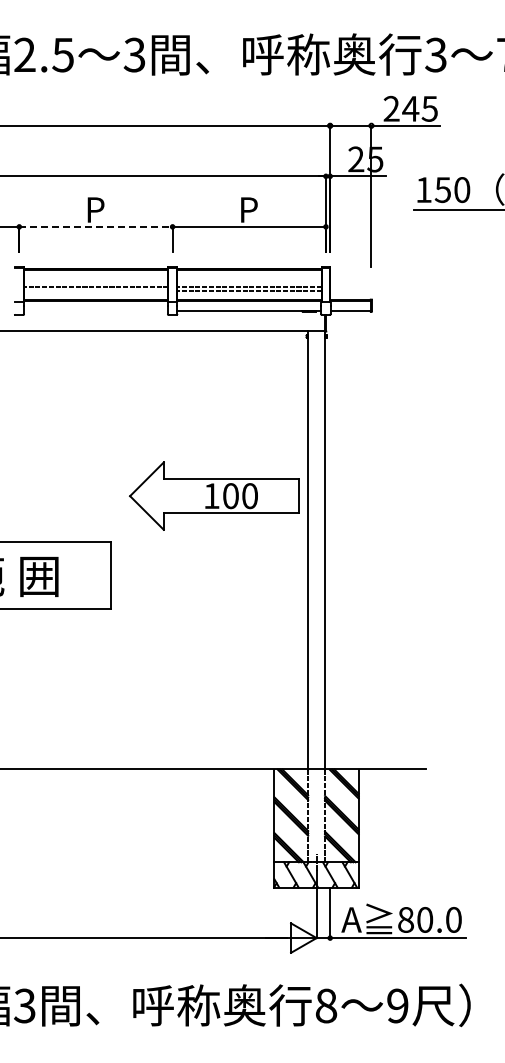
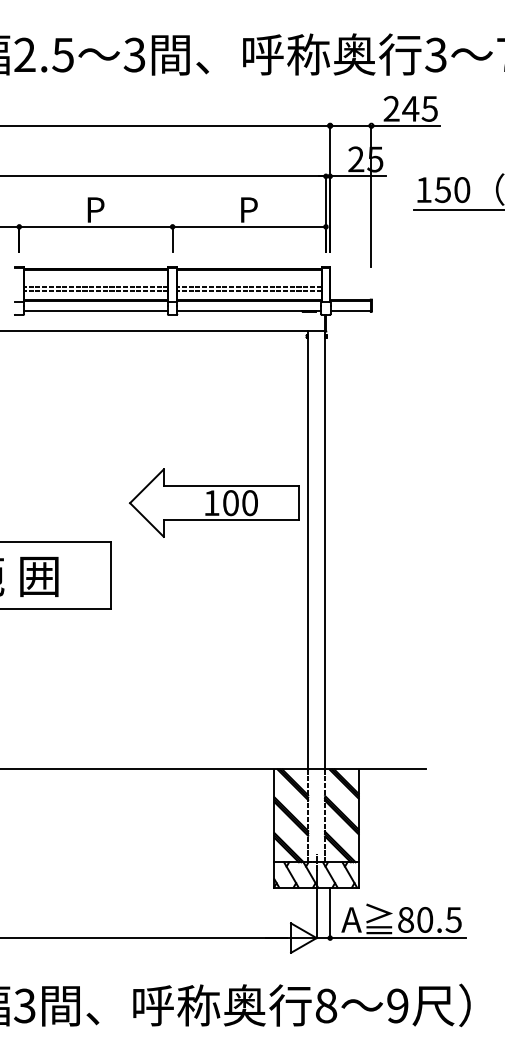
line at (95, 226): dashed -> solid
line at (95, 291): none -> present
line at (95, 310): none -> present
part at (214, 495) position: (214, 495) -> (214, 502)
text at (453, 919): 80.0 -> 80.5
